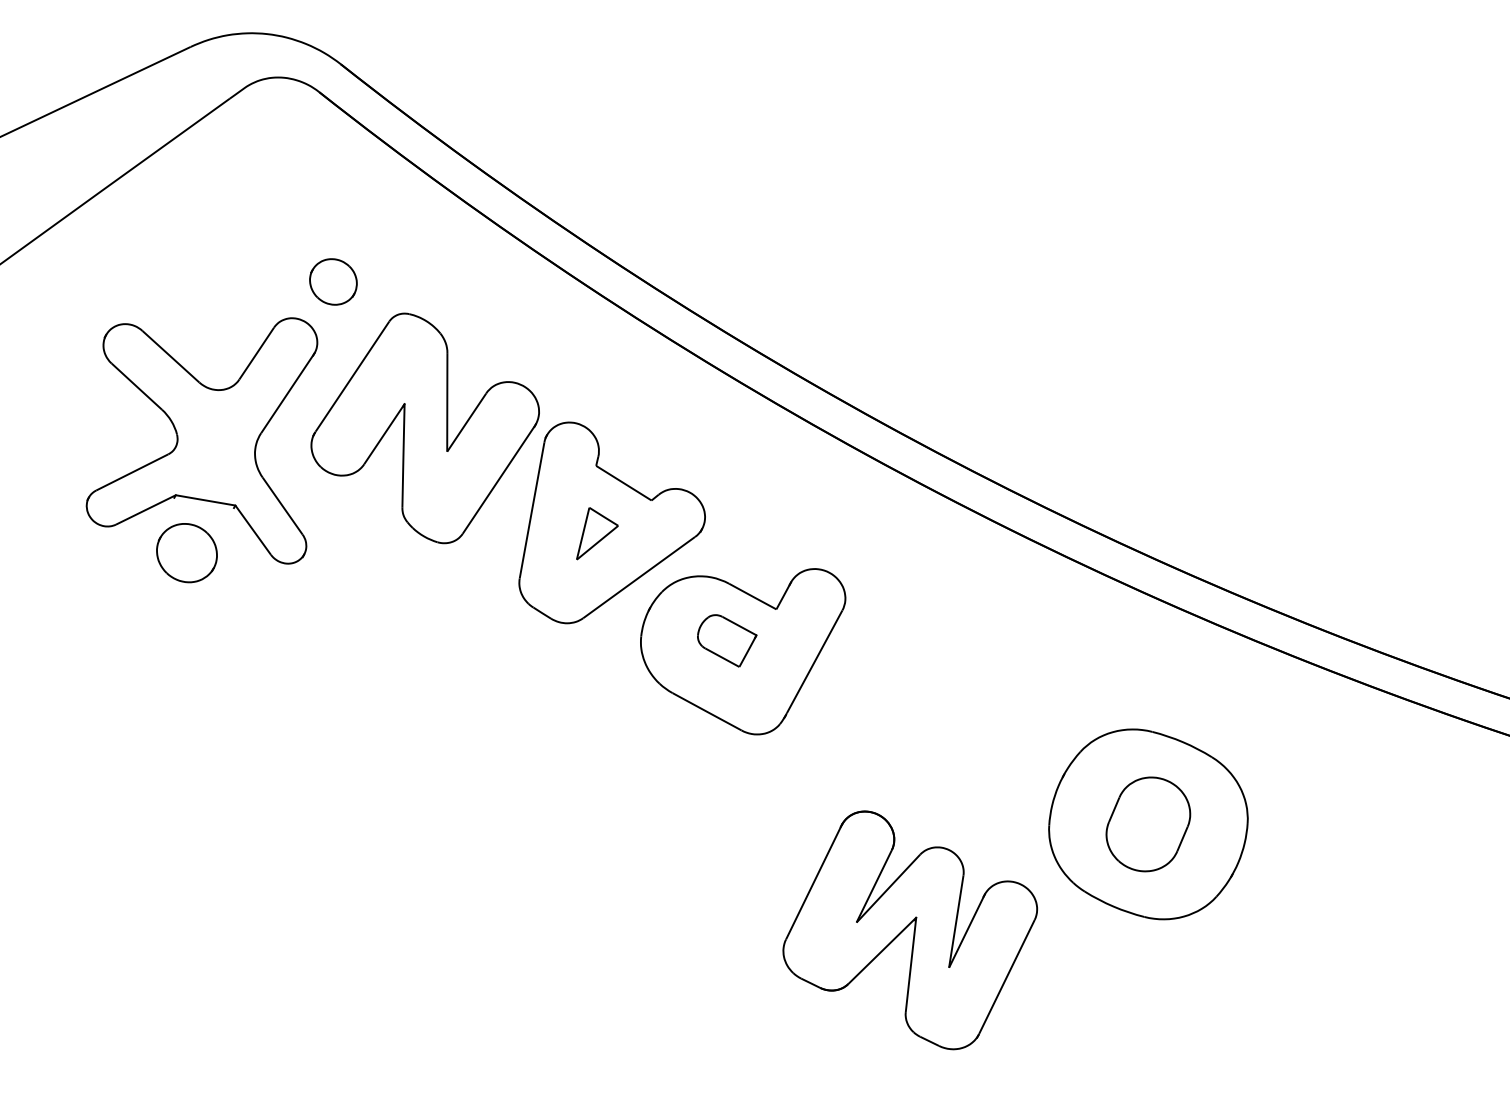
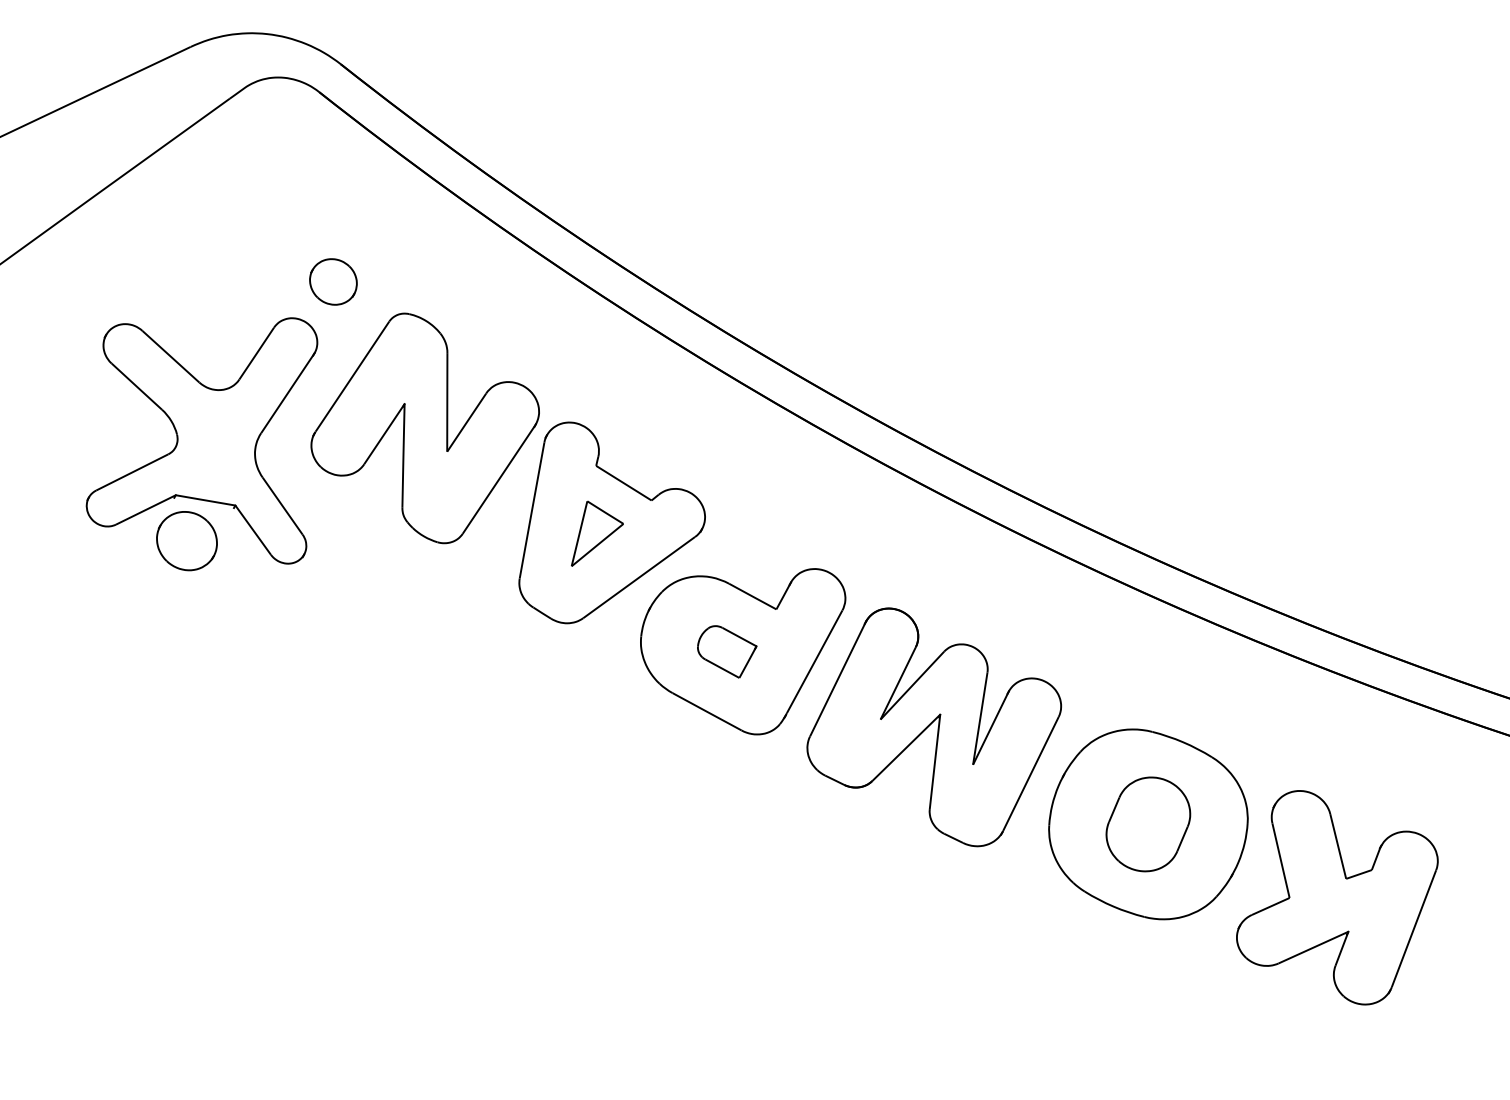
part at (597, 533) size: 43x54 px -> 53x67 px
part at (186, 553) position: (186, 553) -> (186, 541)
part at (727, 640) position: (727, 640) -> (727, 651)
part at (1337, 897): none -> present
part at (909, 930) position: (909, 930) -> (933, 727)
